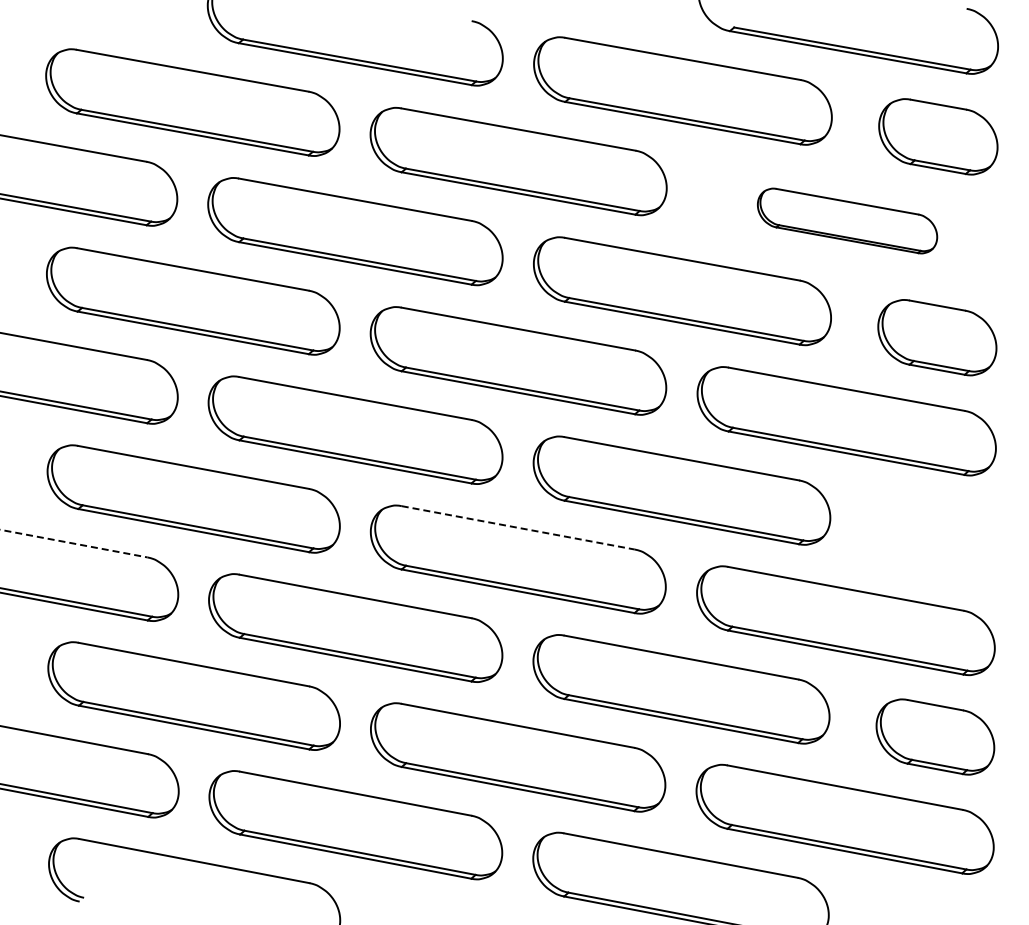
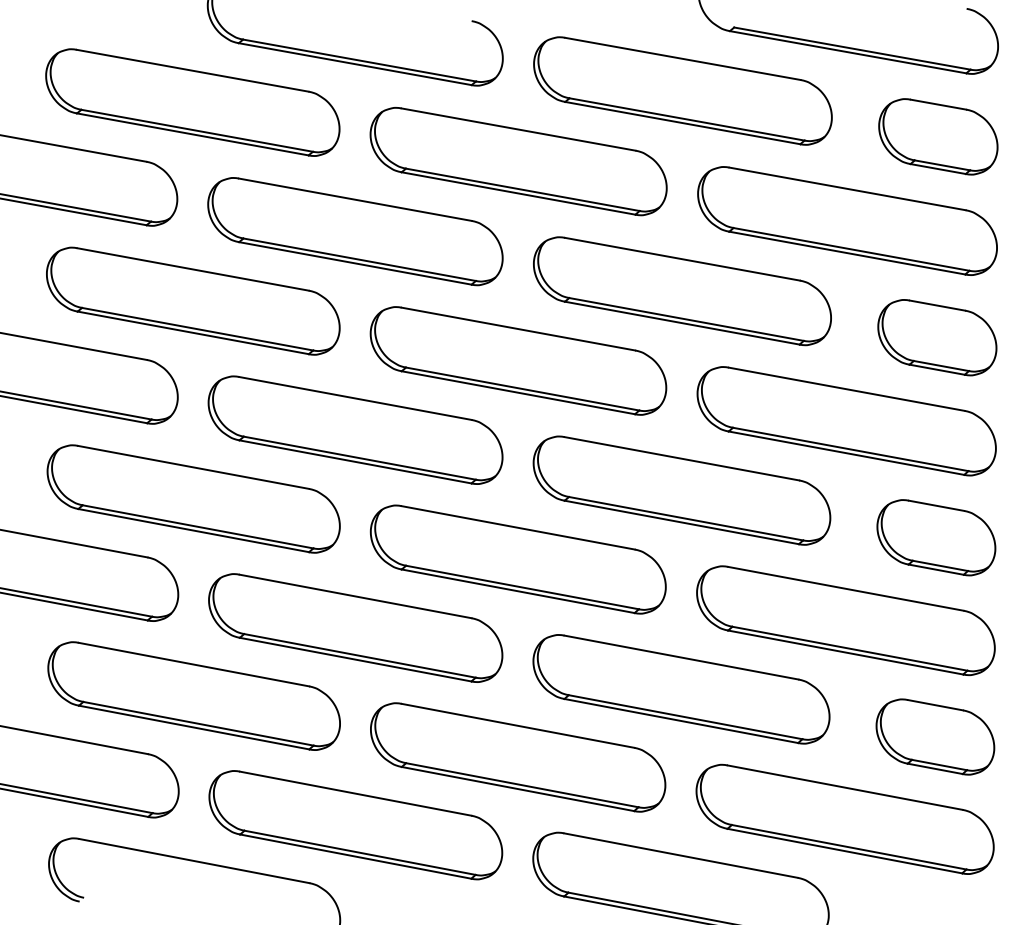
part at (847, 220) size: 182x68 px -> 301x110 px
line at (518, 527): dashed -> solid
part at (936, 537): none -> present
line at (73, 543): dashed -> solid
